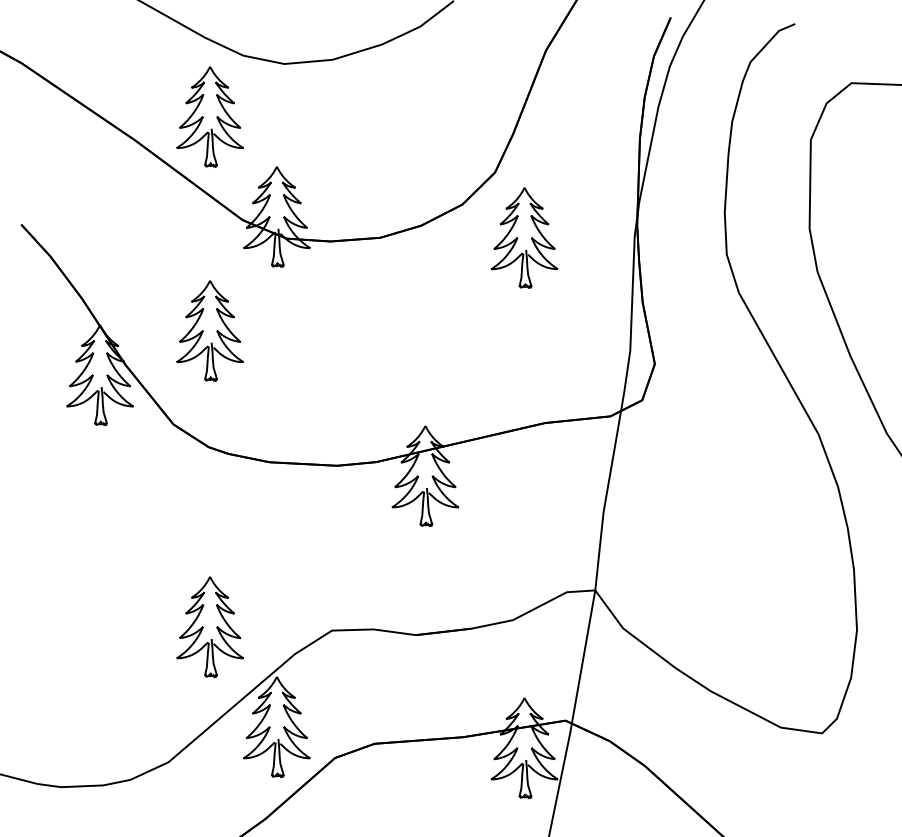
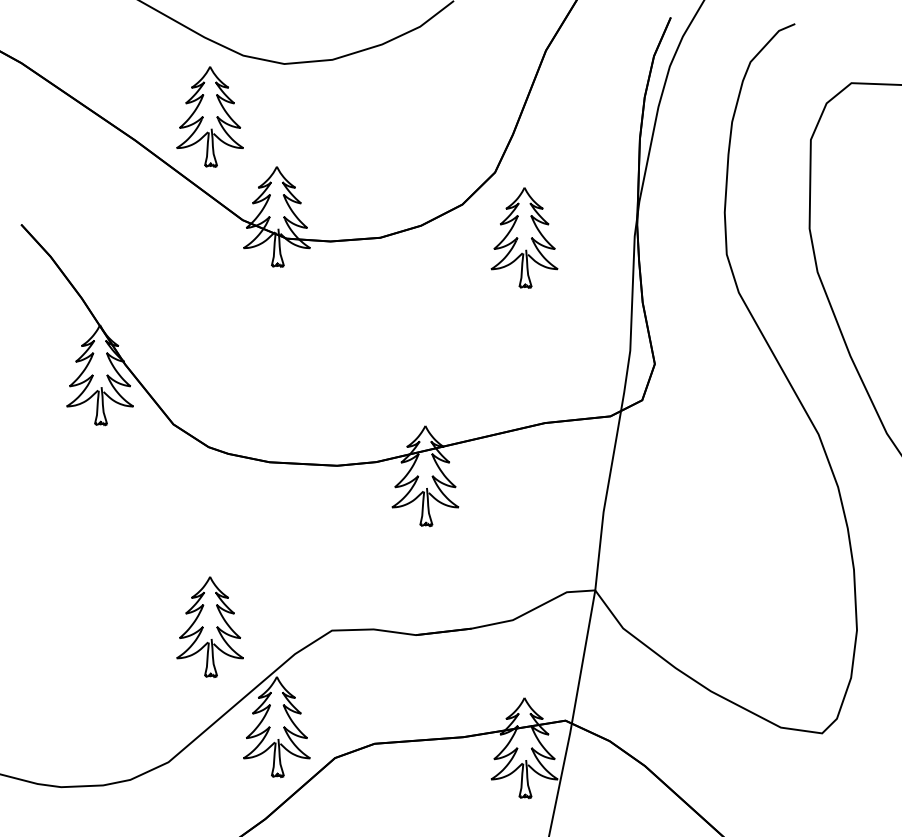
part at (209, 330): present -> none
